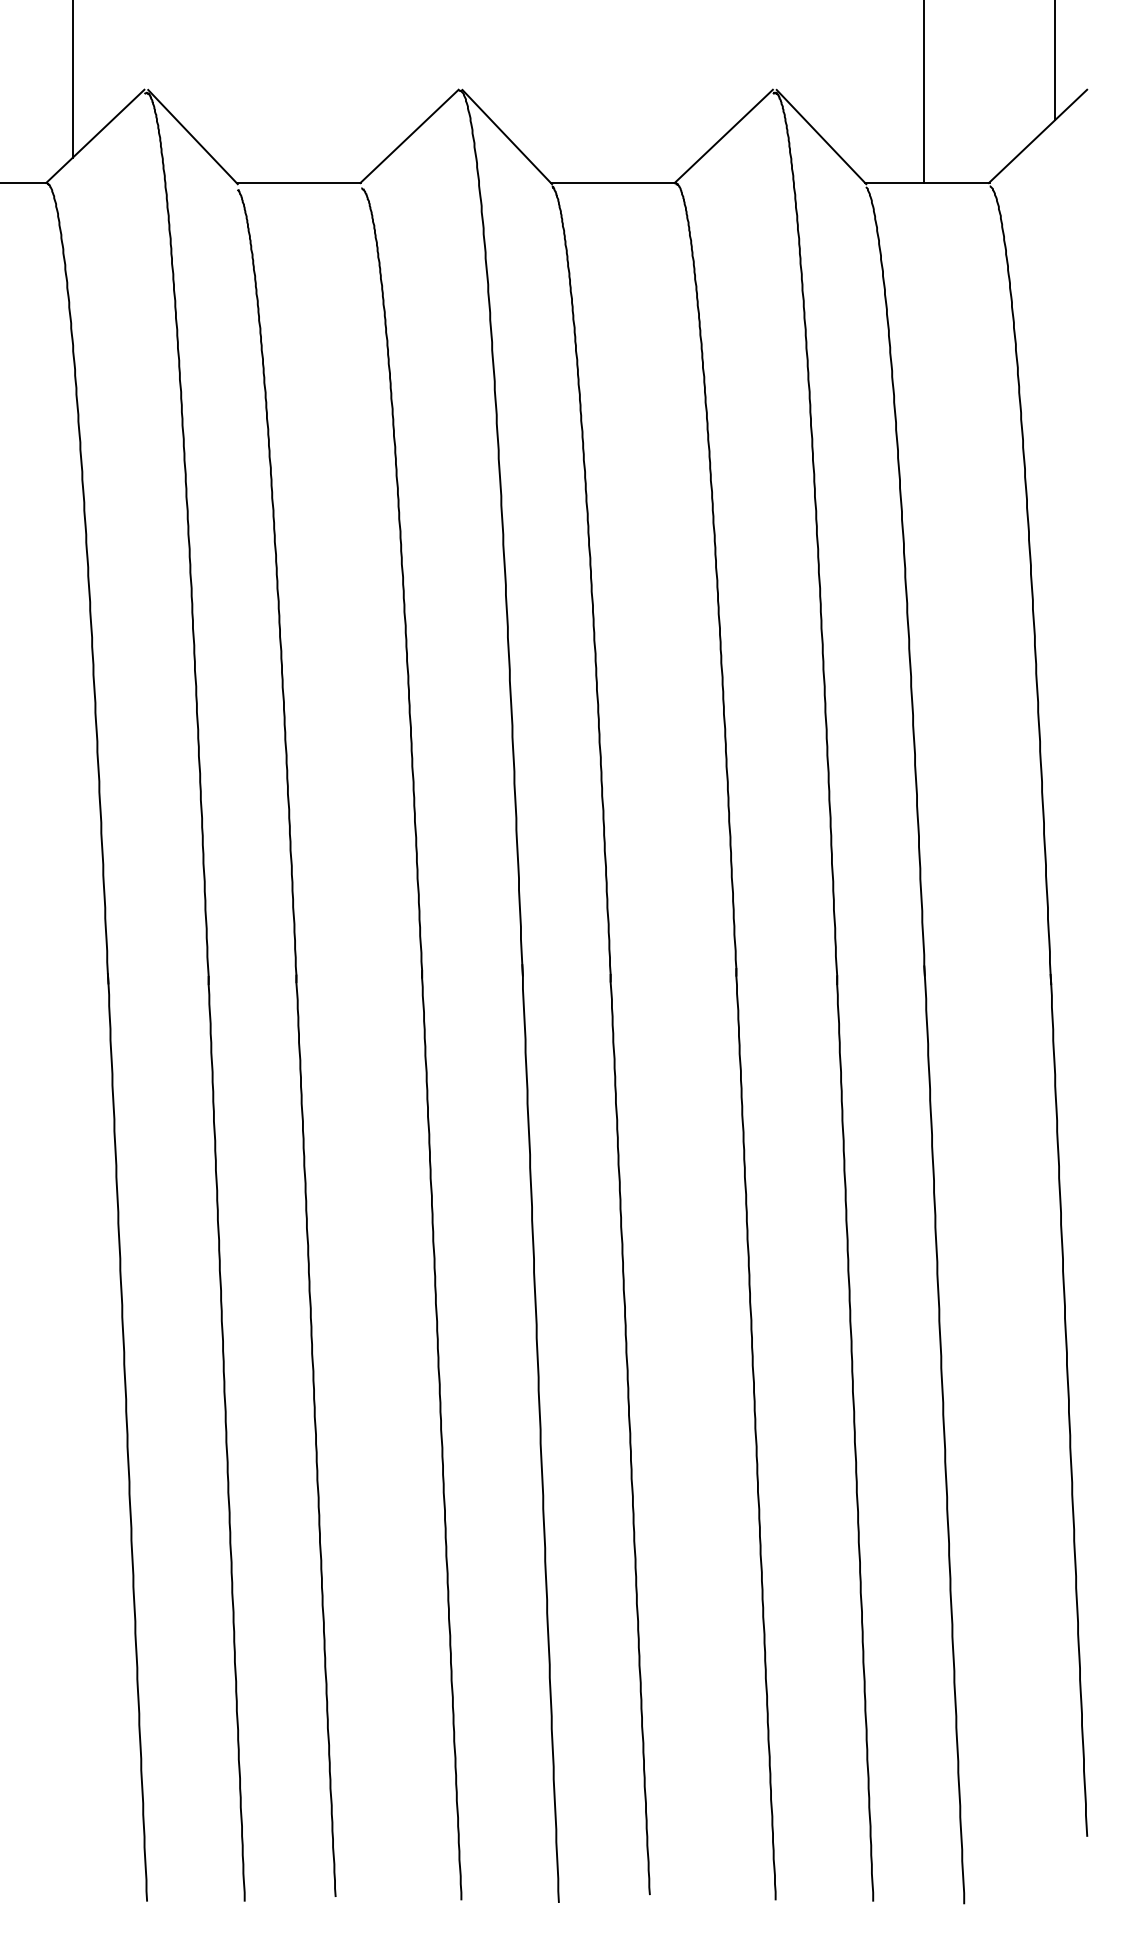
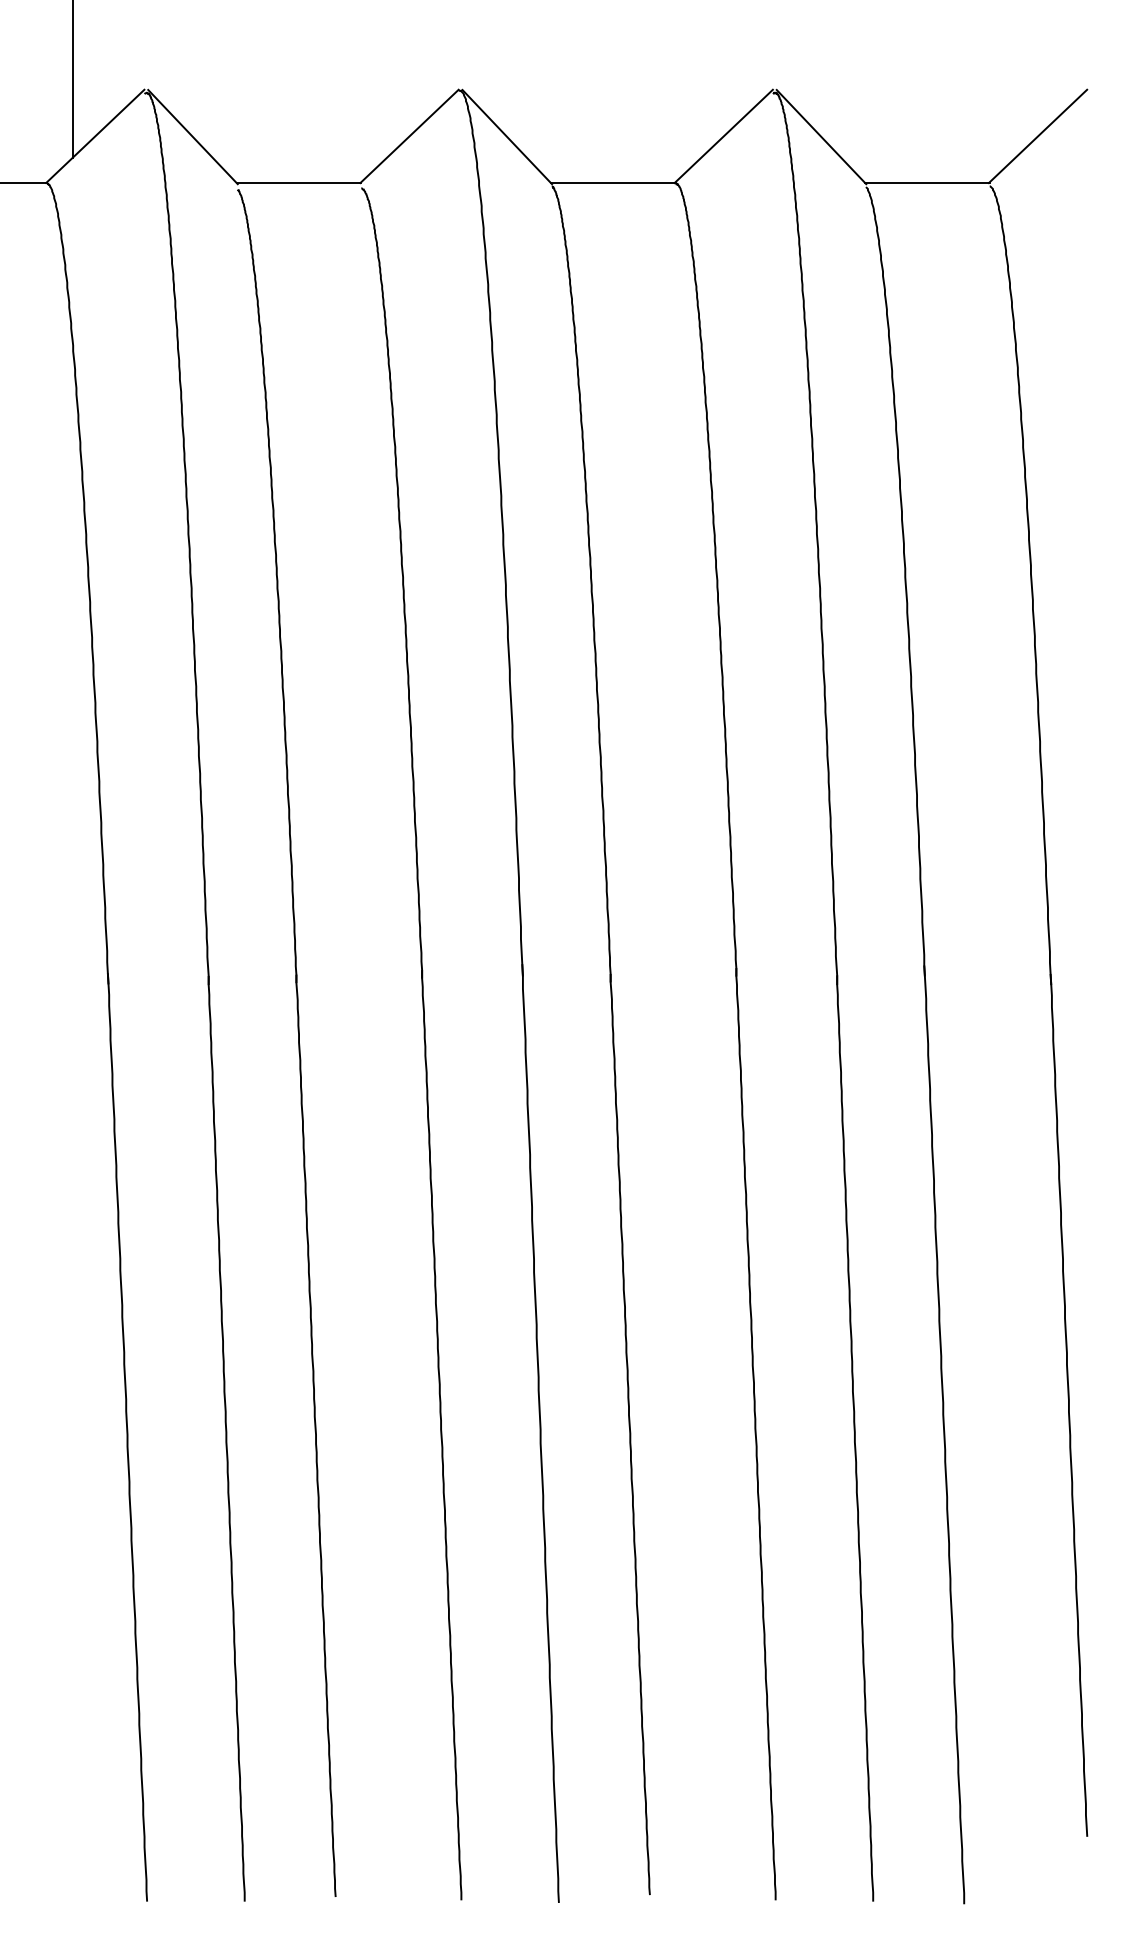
line at (1055, 61): present -> none
line at (924, 92): present -> none
